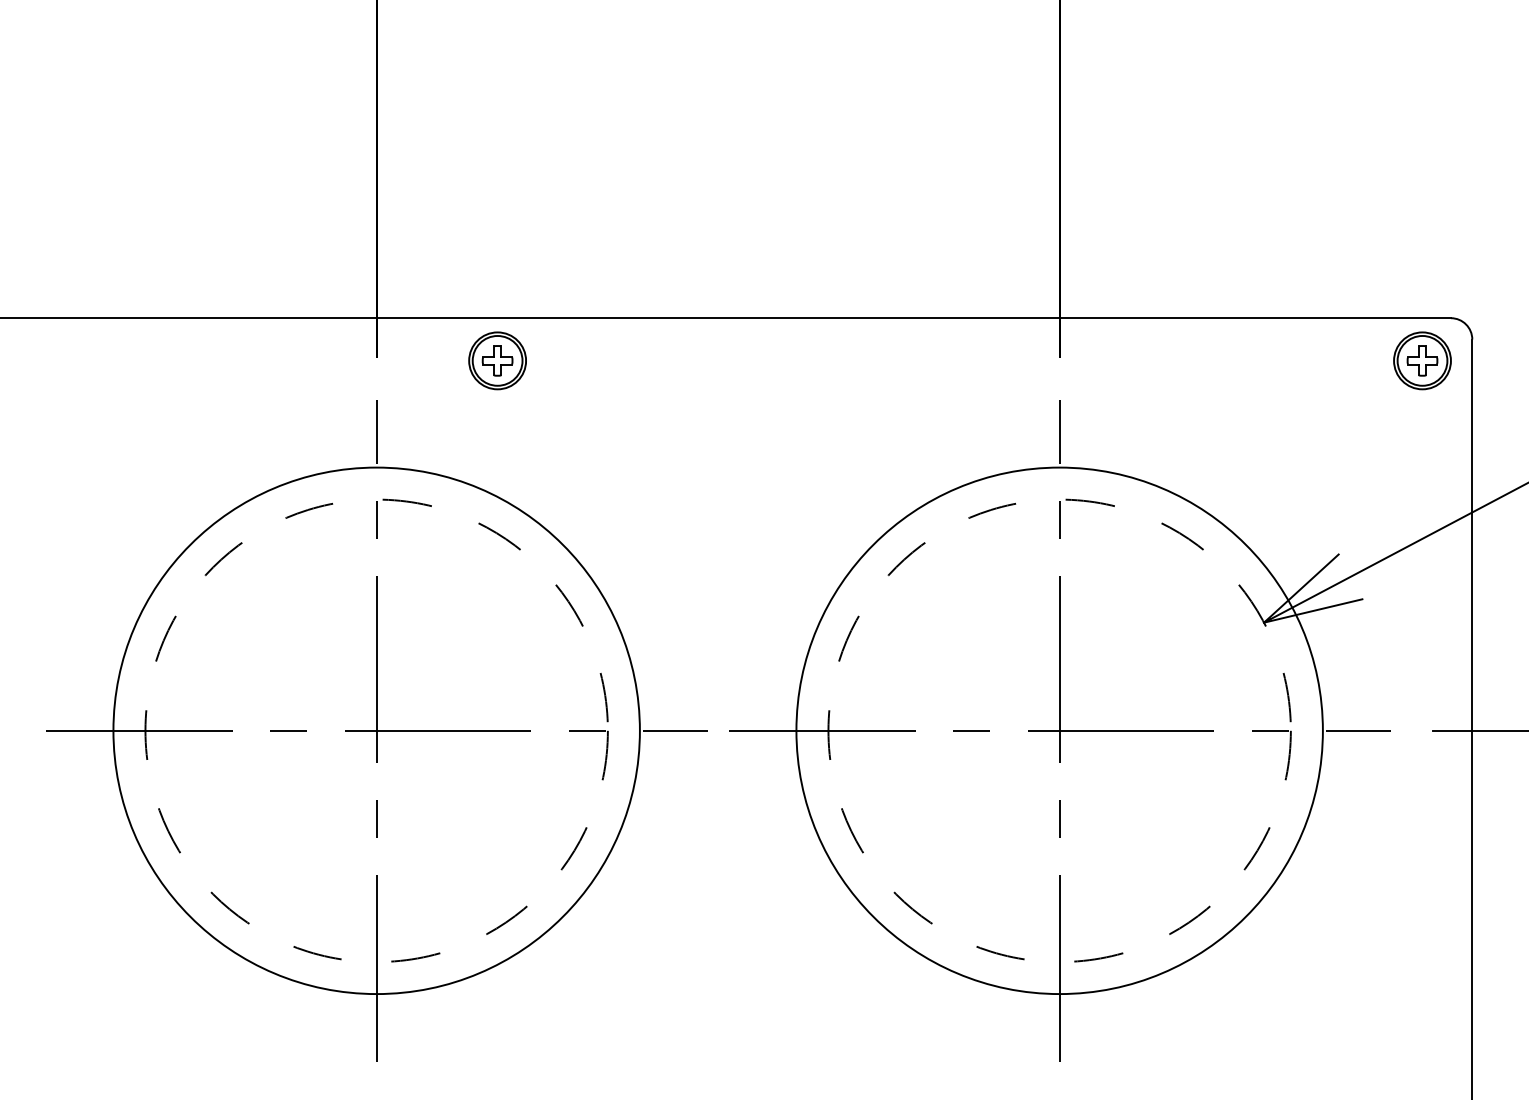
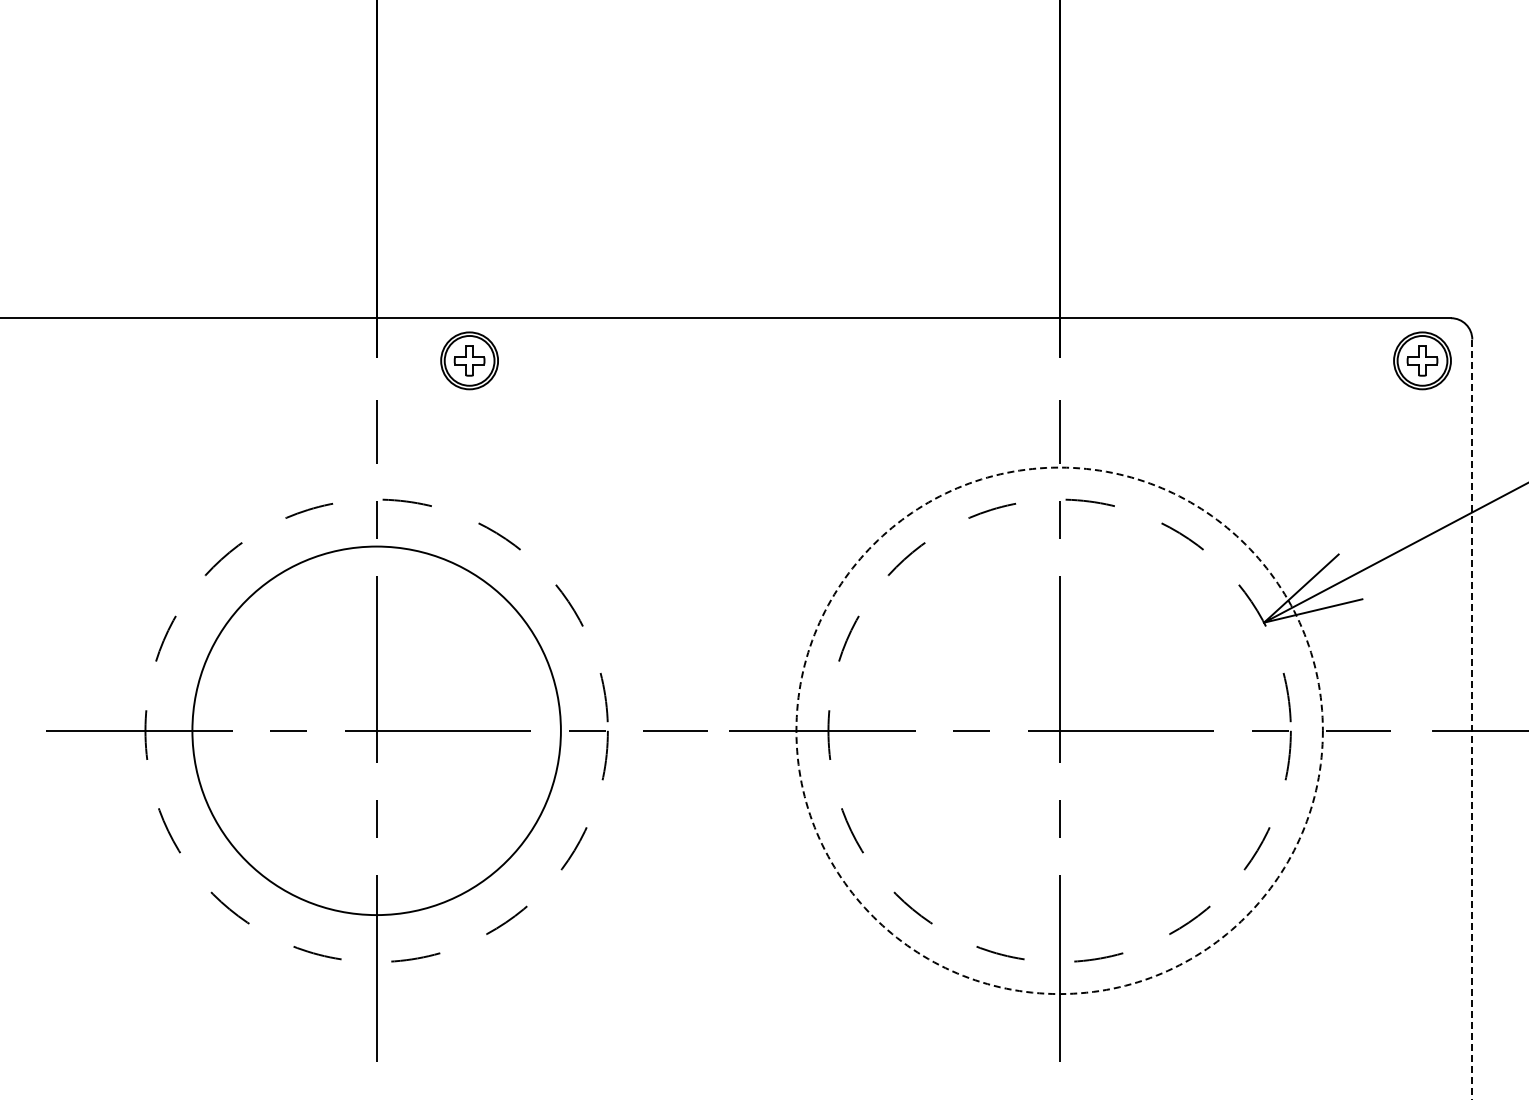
part at (497, 360) position: (497, 360) -> (469, 360)
line at (1472, 719): solid -> dashed
circle at (376, 730) diameter: 526 px -> 369 px
circle at (1059, 730): solid -> dashed
